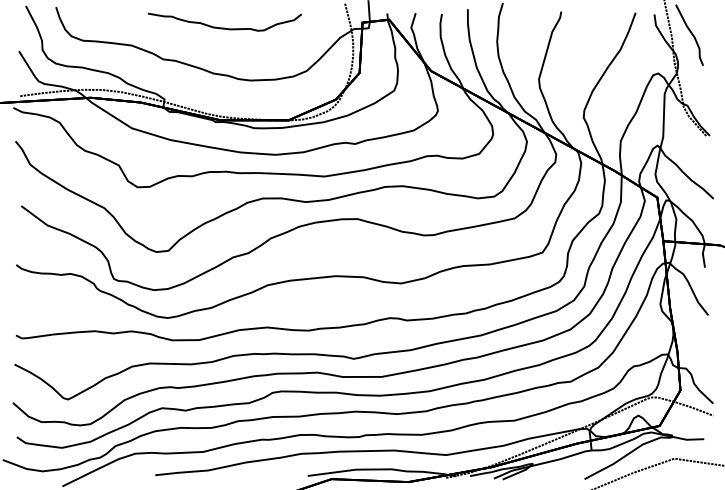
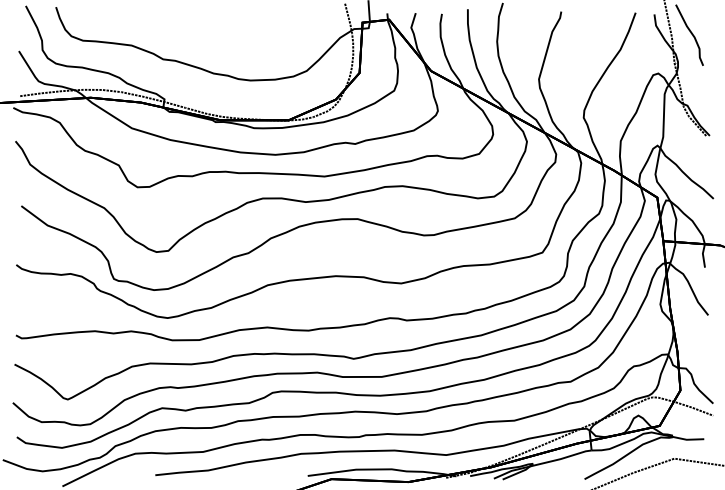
curve at (224, 27): present -> none
